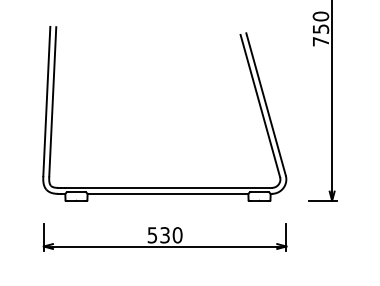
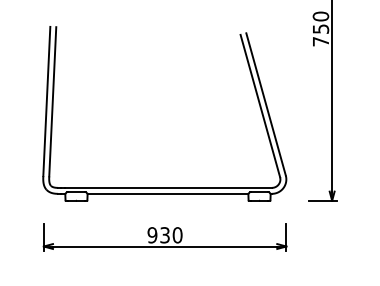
text at (152, 235): 530 -> 930
